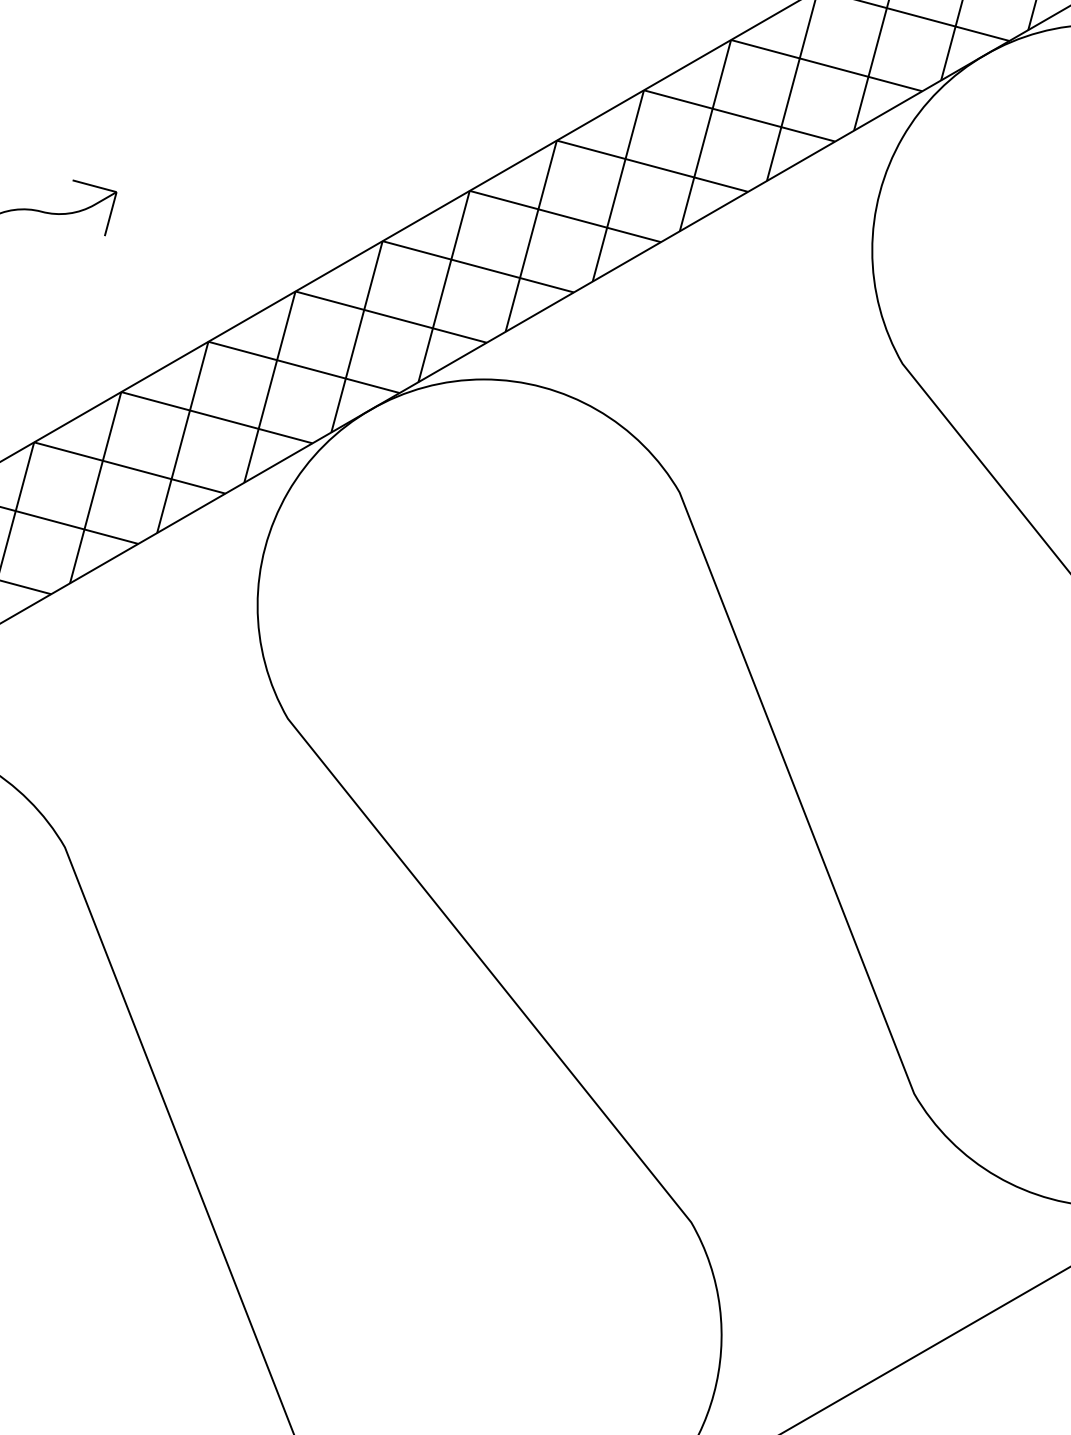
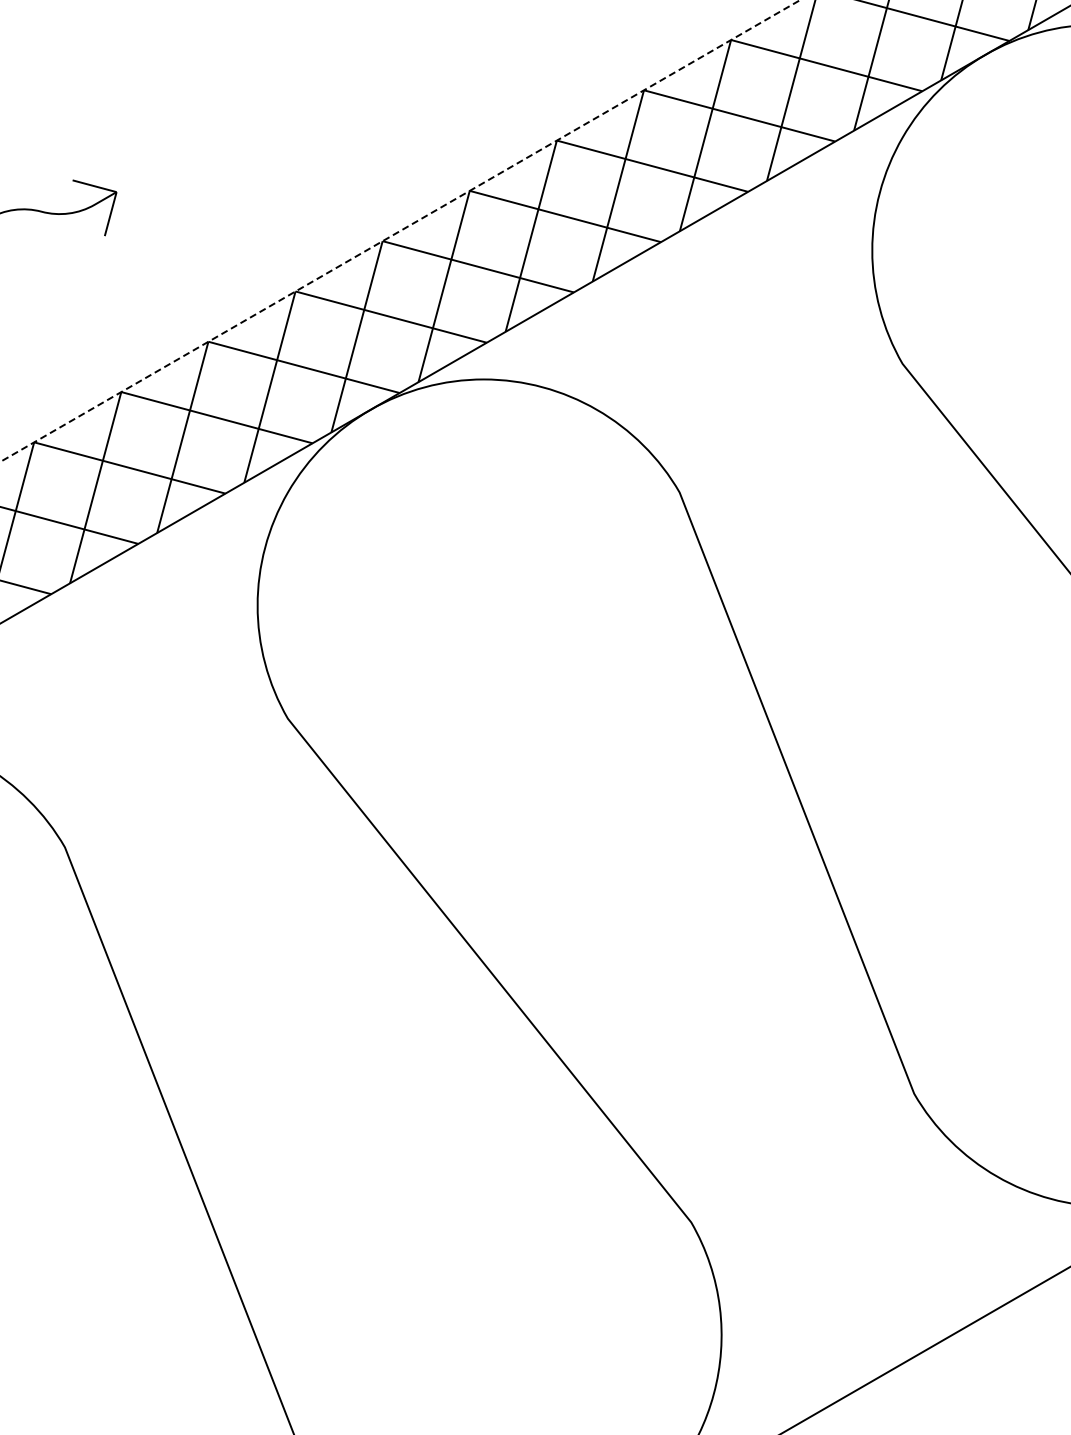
line at (400, 231): solid -> dashed
